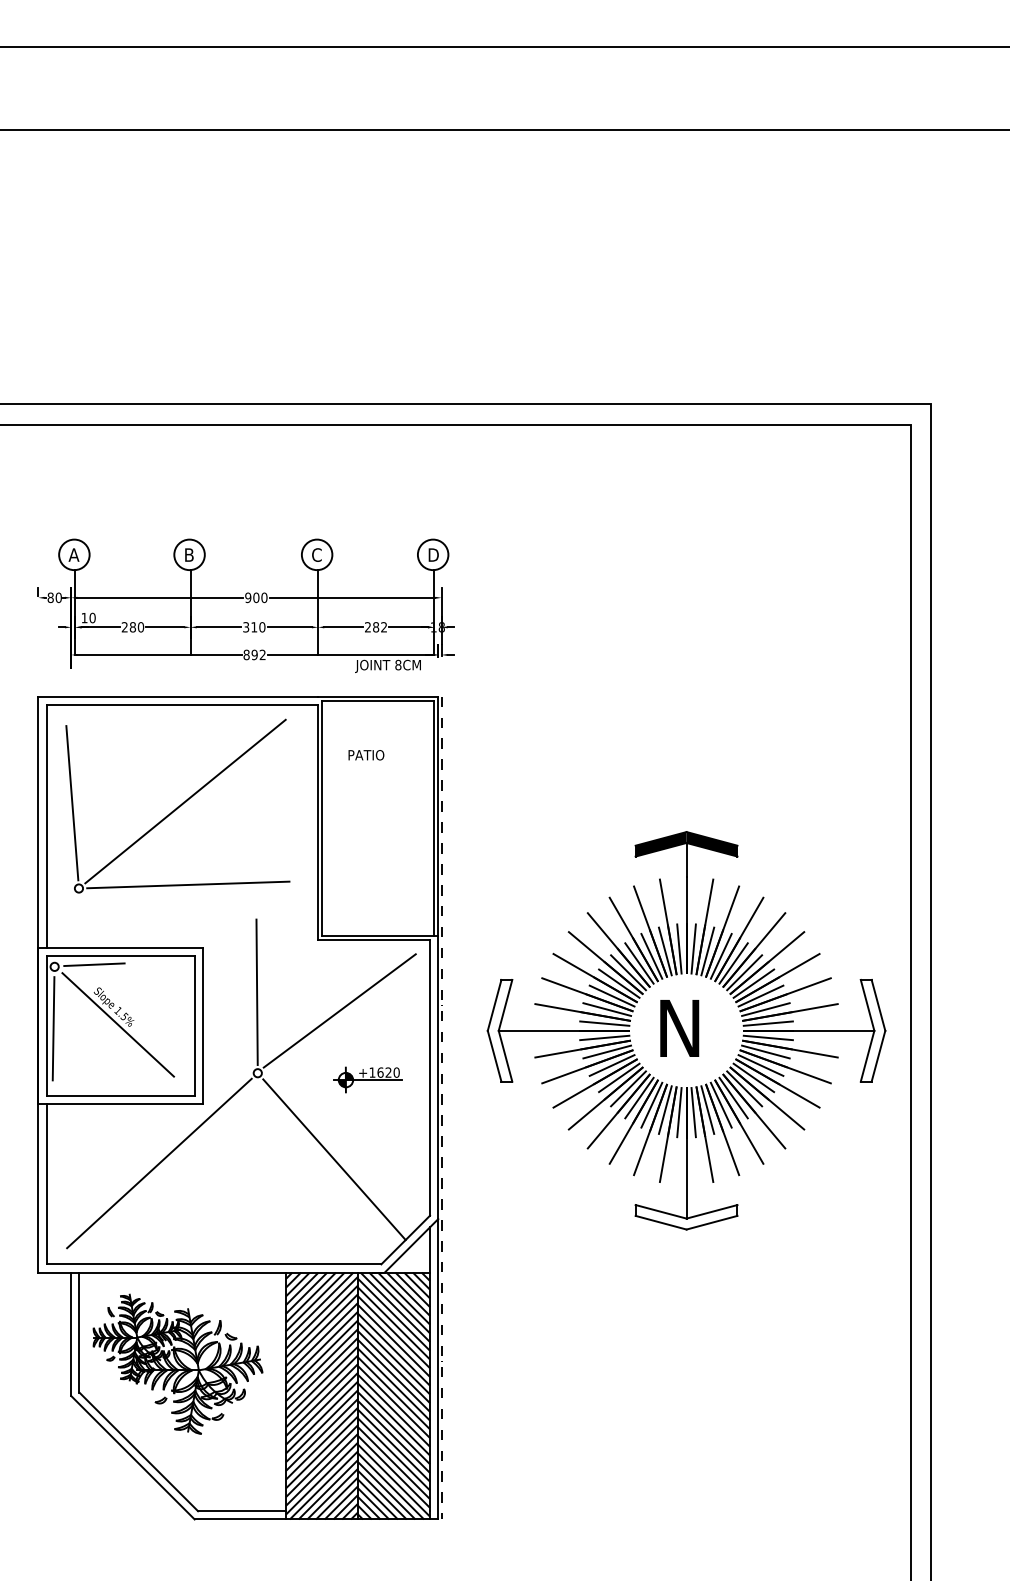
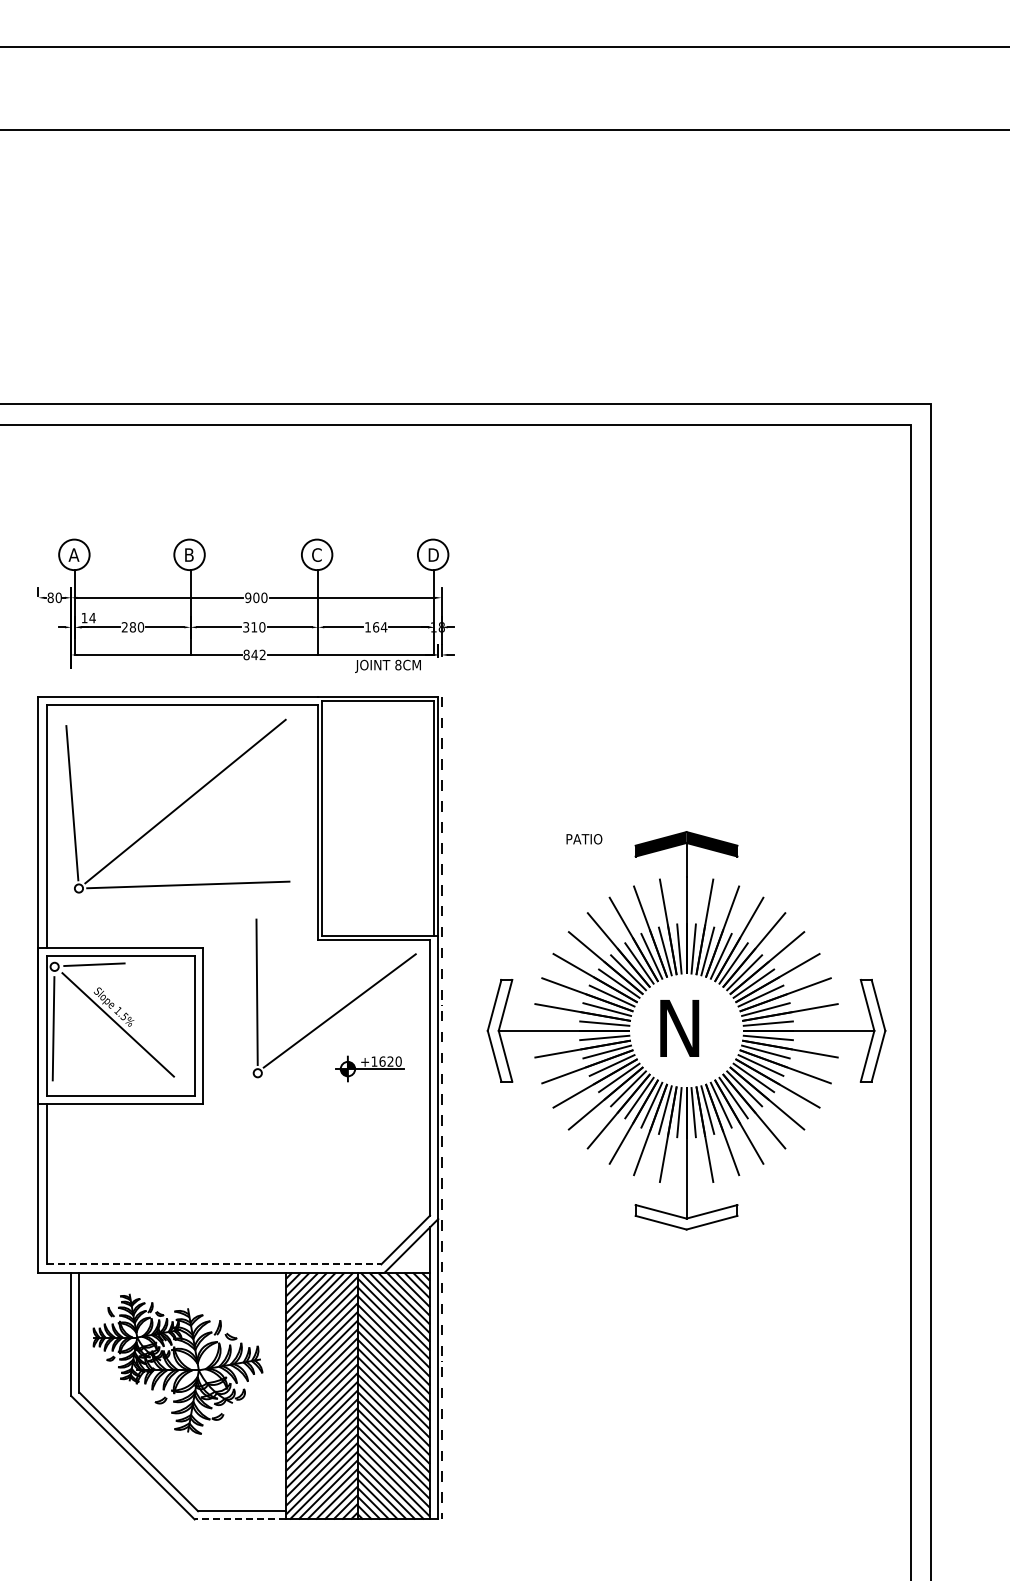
text at (92, 617): 10 -> 14
text at (376, 627): 282 -> 164
text at (254, 654): 892 -> 842
text at (366, 755) position: (366, 755) -> (584, 839)
part at (367, 1079) position: (367, 1079) -> (369, 1068)
line at (334, 1159): present -> none
line at (159, 1163): present -> none
line at (214, 1264): solid -> dashed
line at (240, 1519): solid -> dashed
